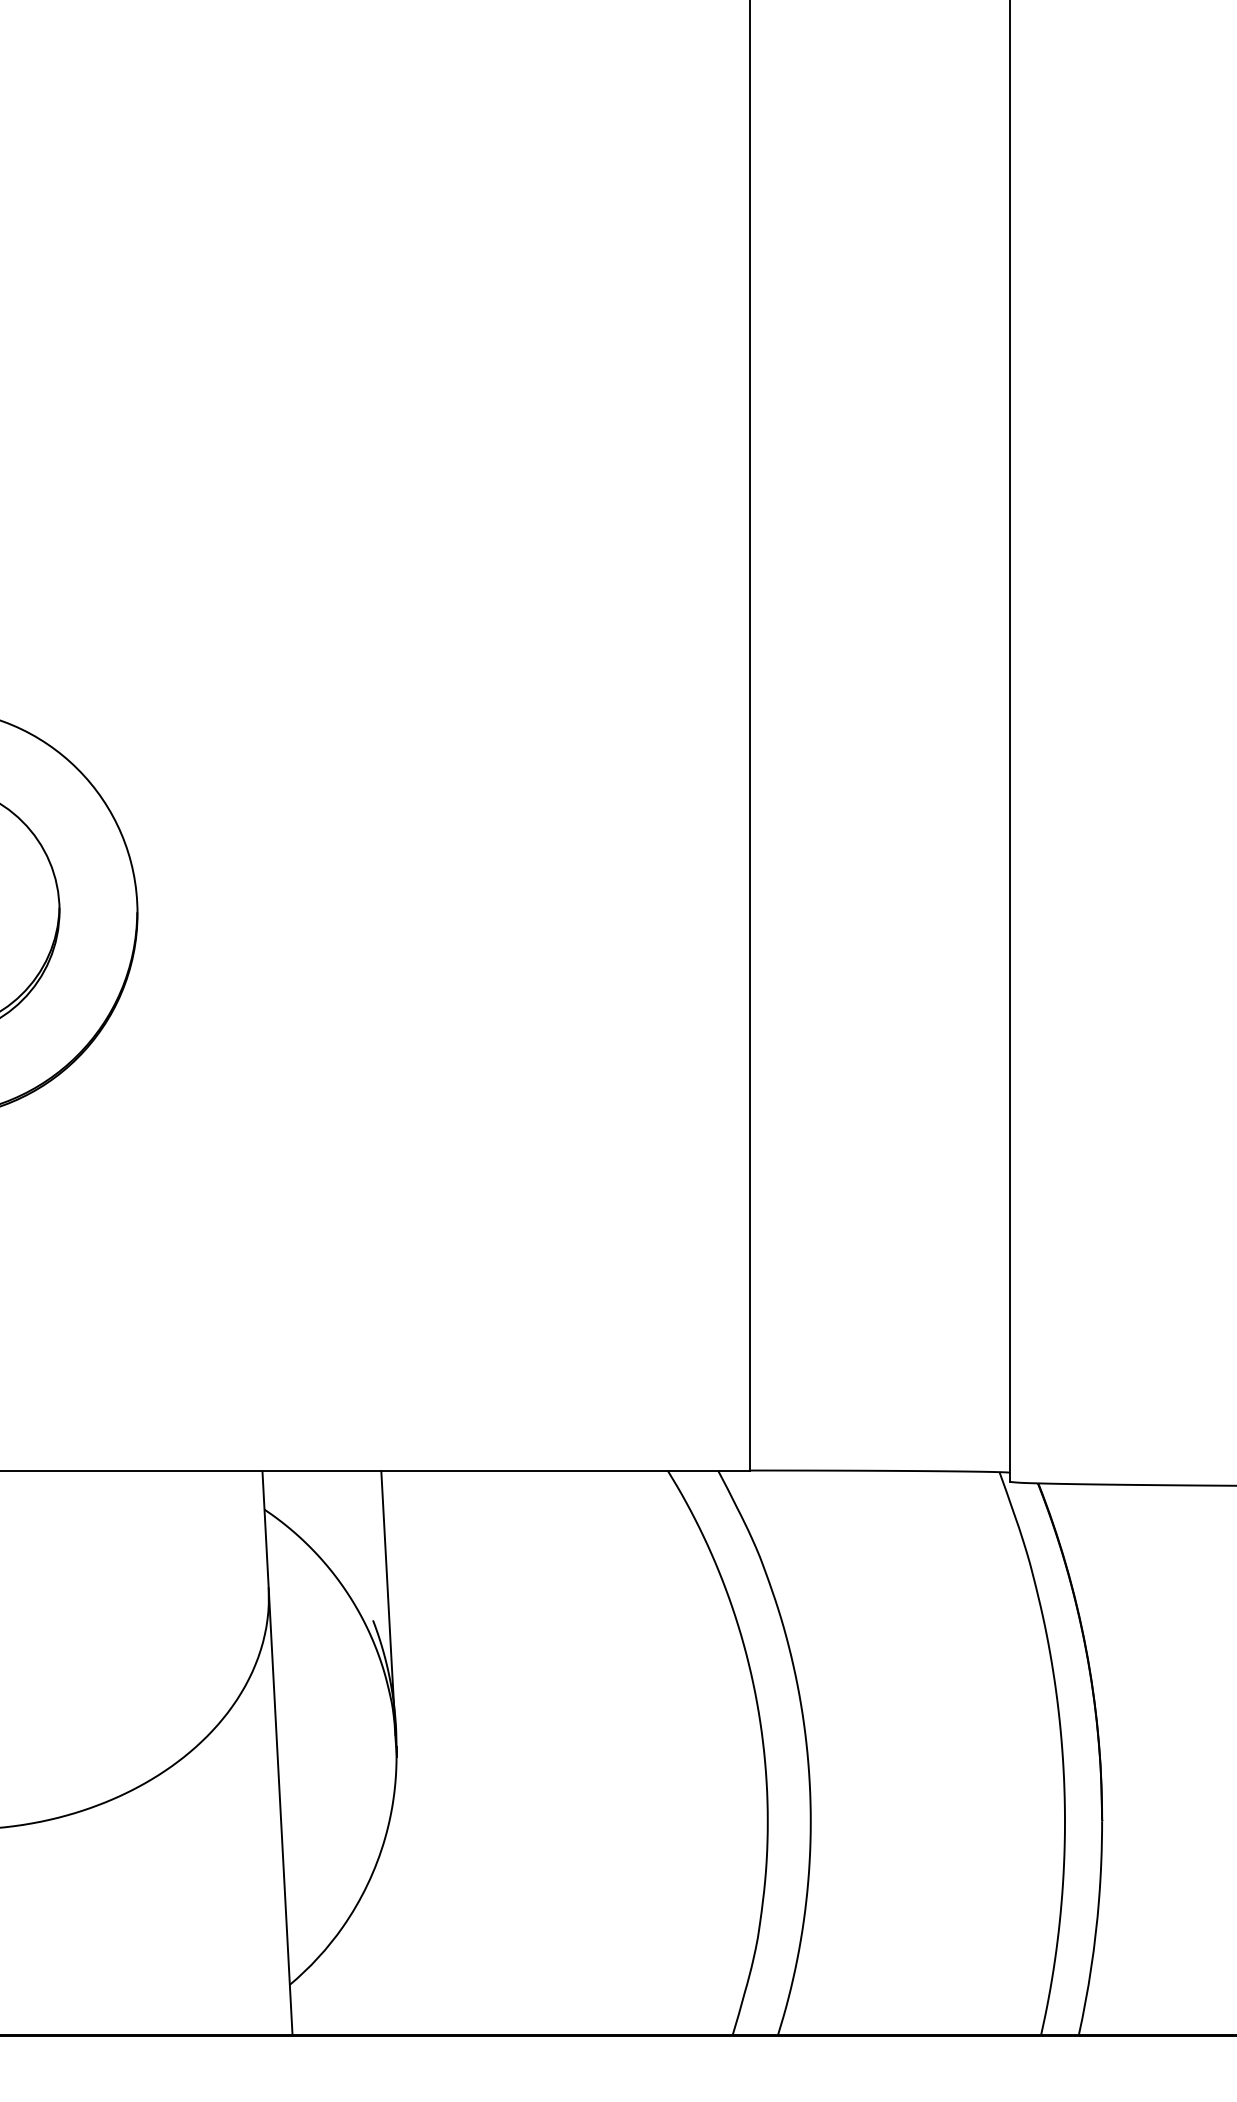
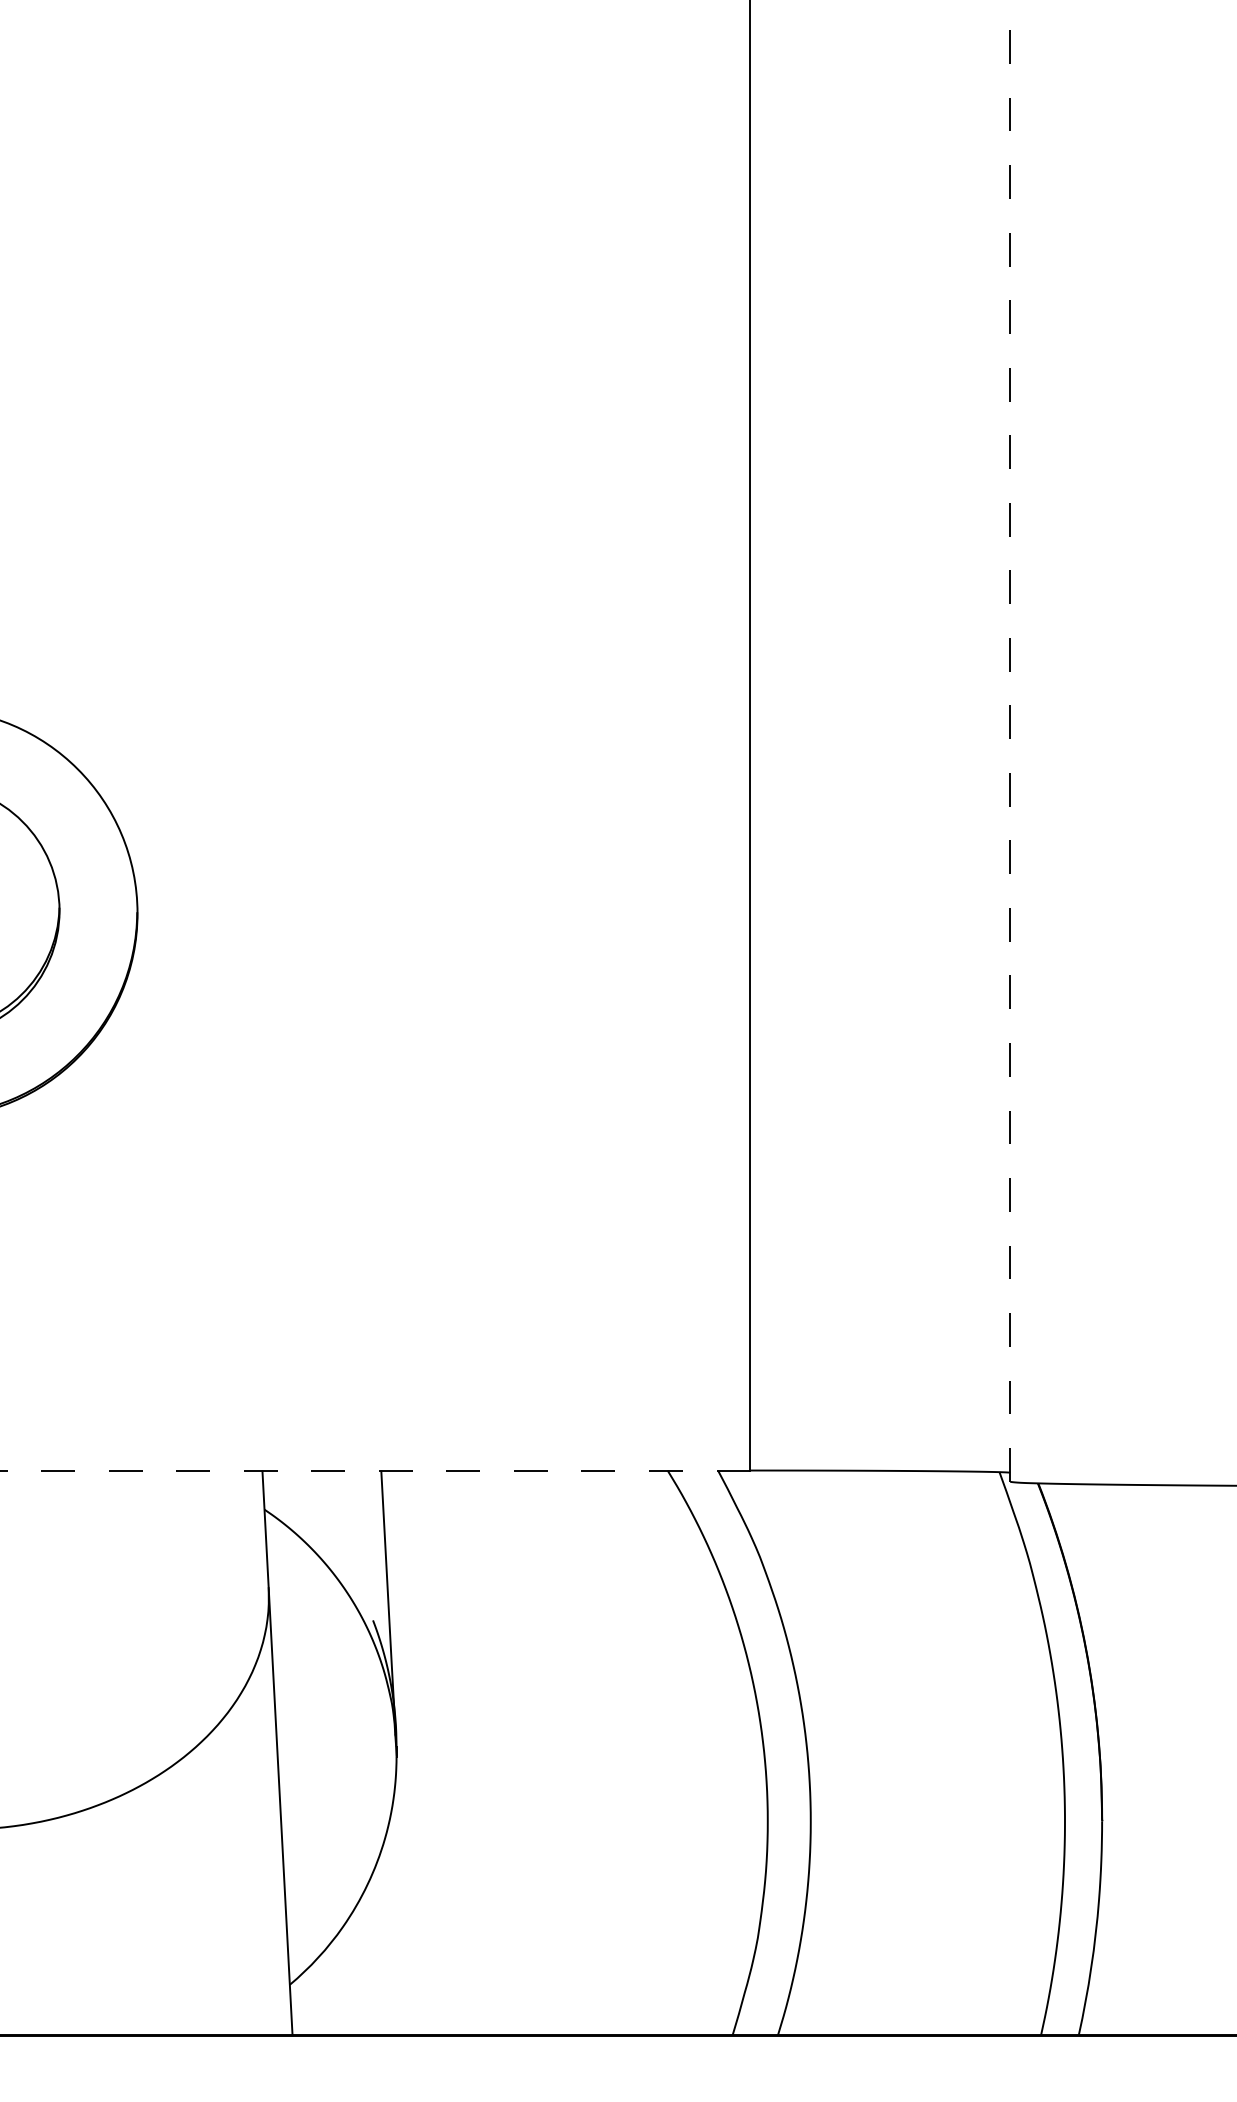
line at (1010, 740): solid -> dashed
line at (375, 1470): solid -> dashed
